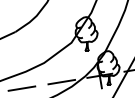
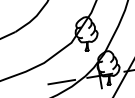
line at (21, 88): present -> none
